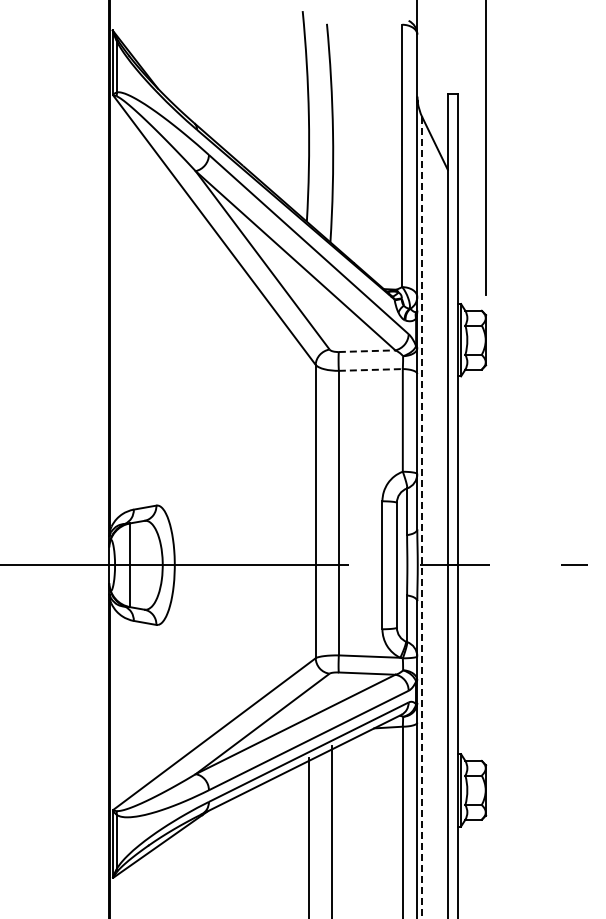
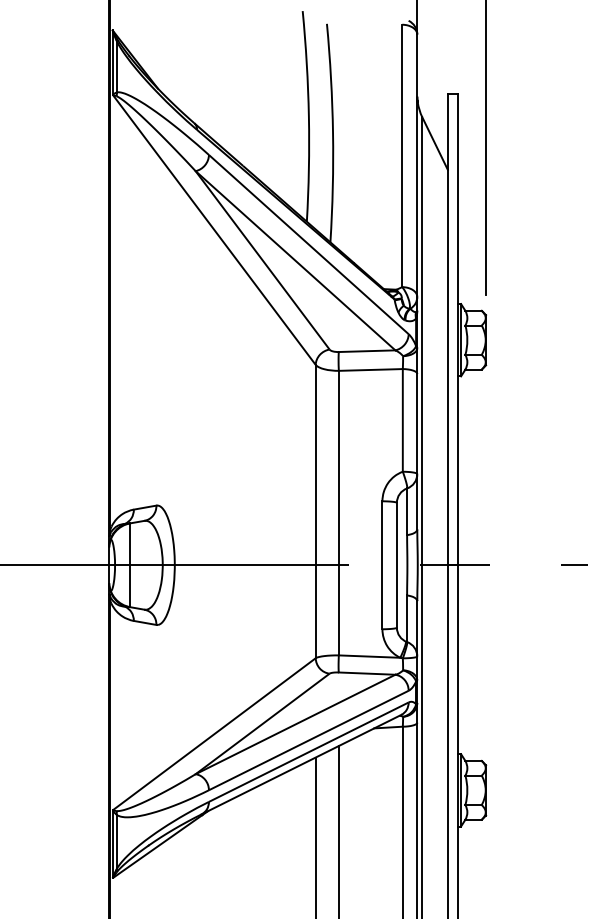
line at (367, 351): dashed -> solid
line at (370, 369): dashed -> solid
line at (422, 518): dashed -> solid
line at (331, 830) position: (331, 830) -> (338, 830)
line at (308, 836) position: (308, 836) -> (315, 836)
